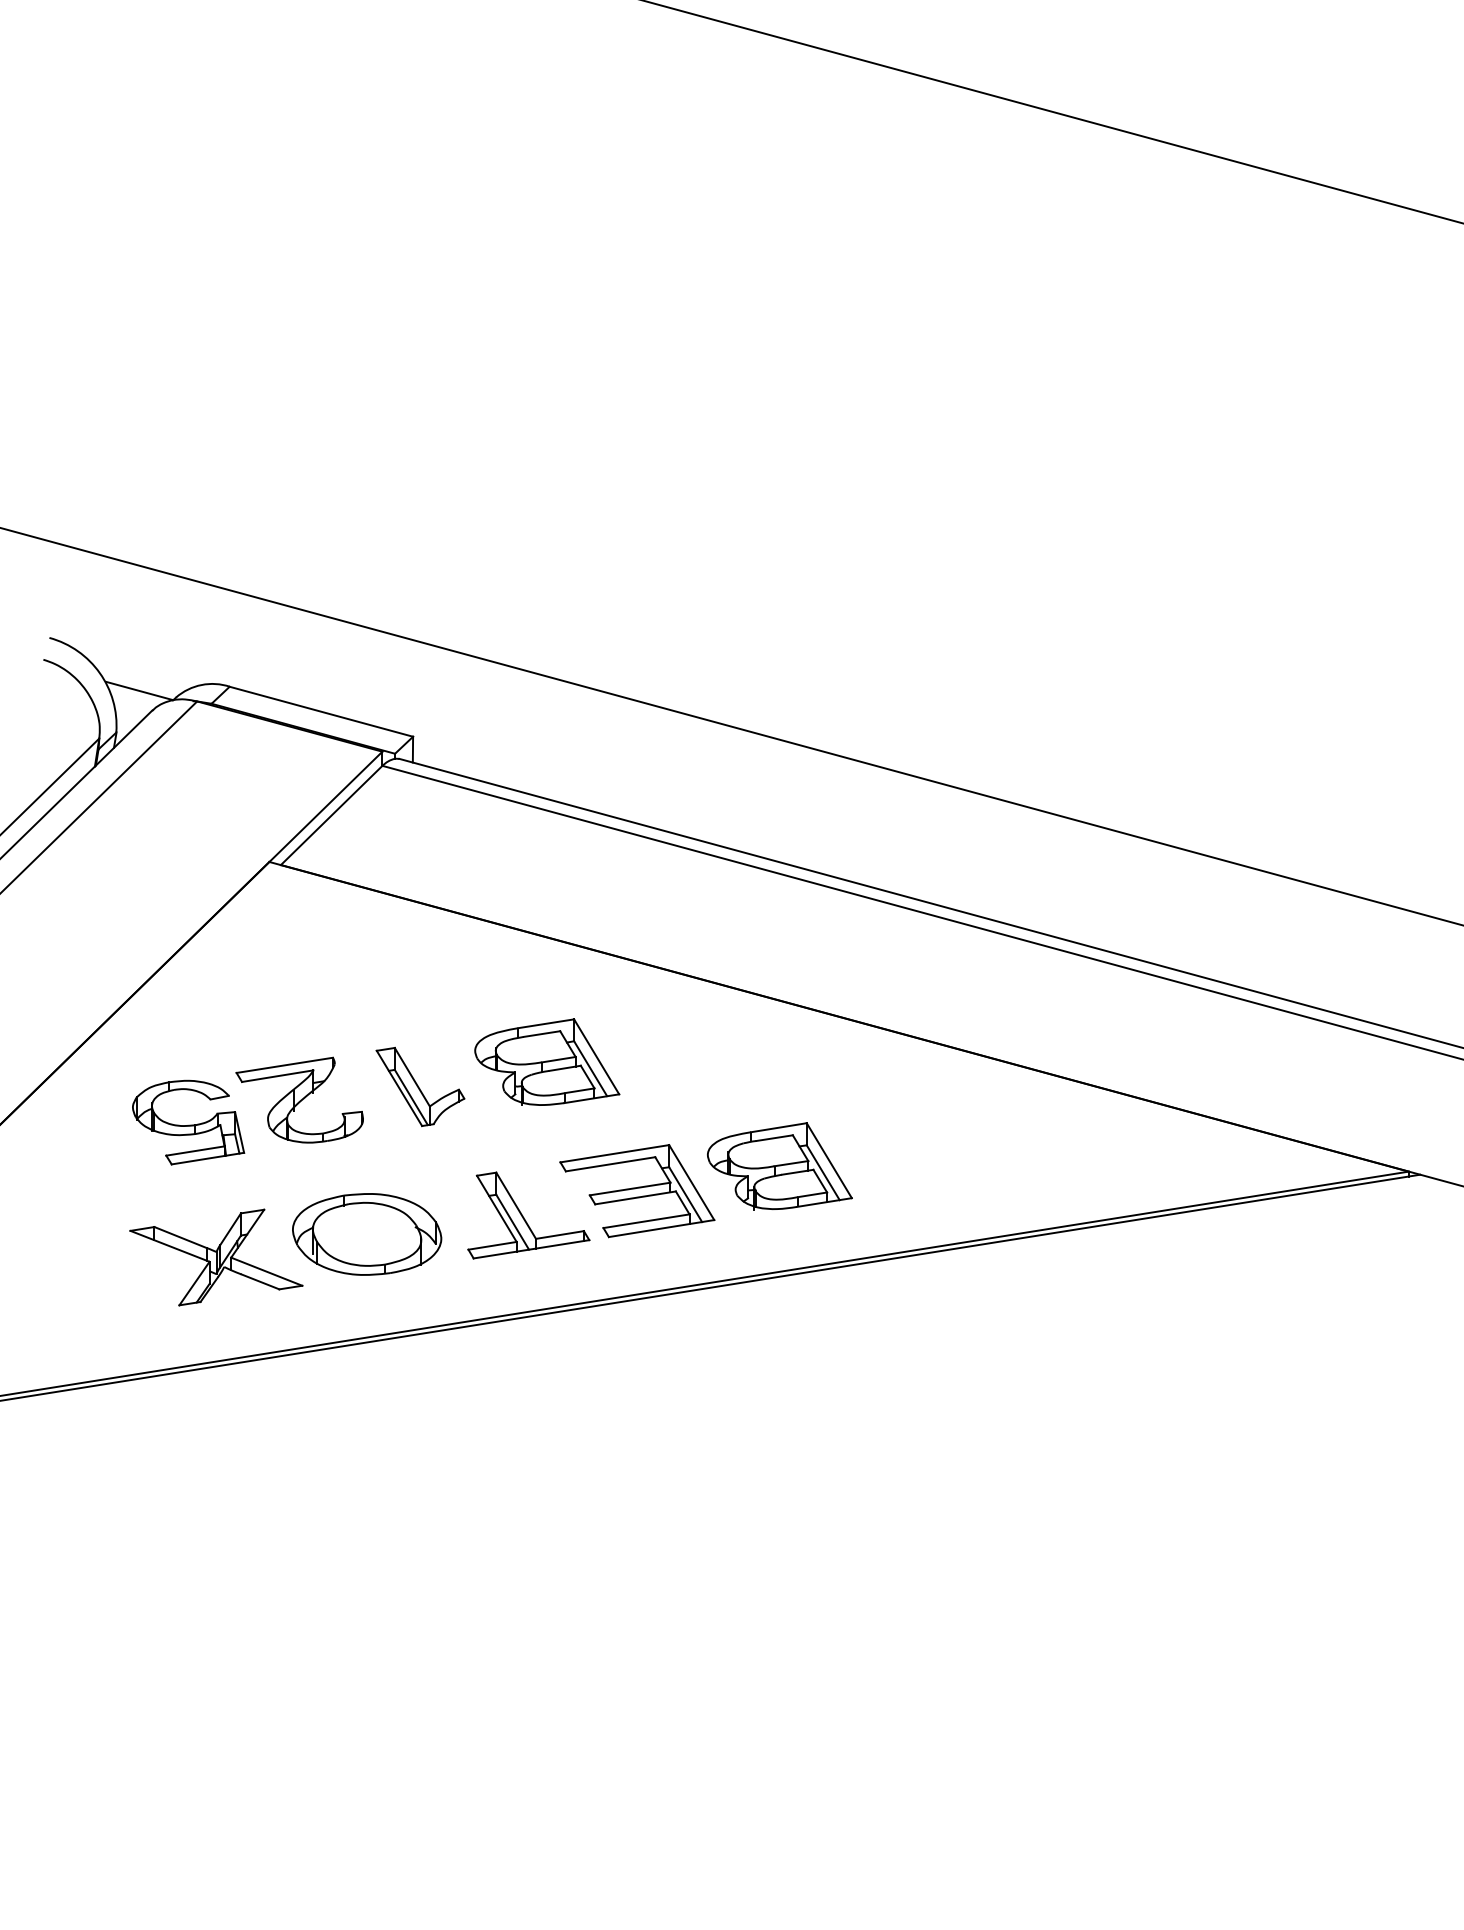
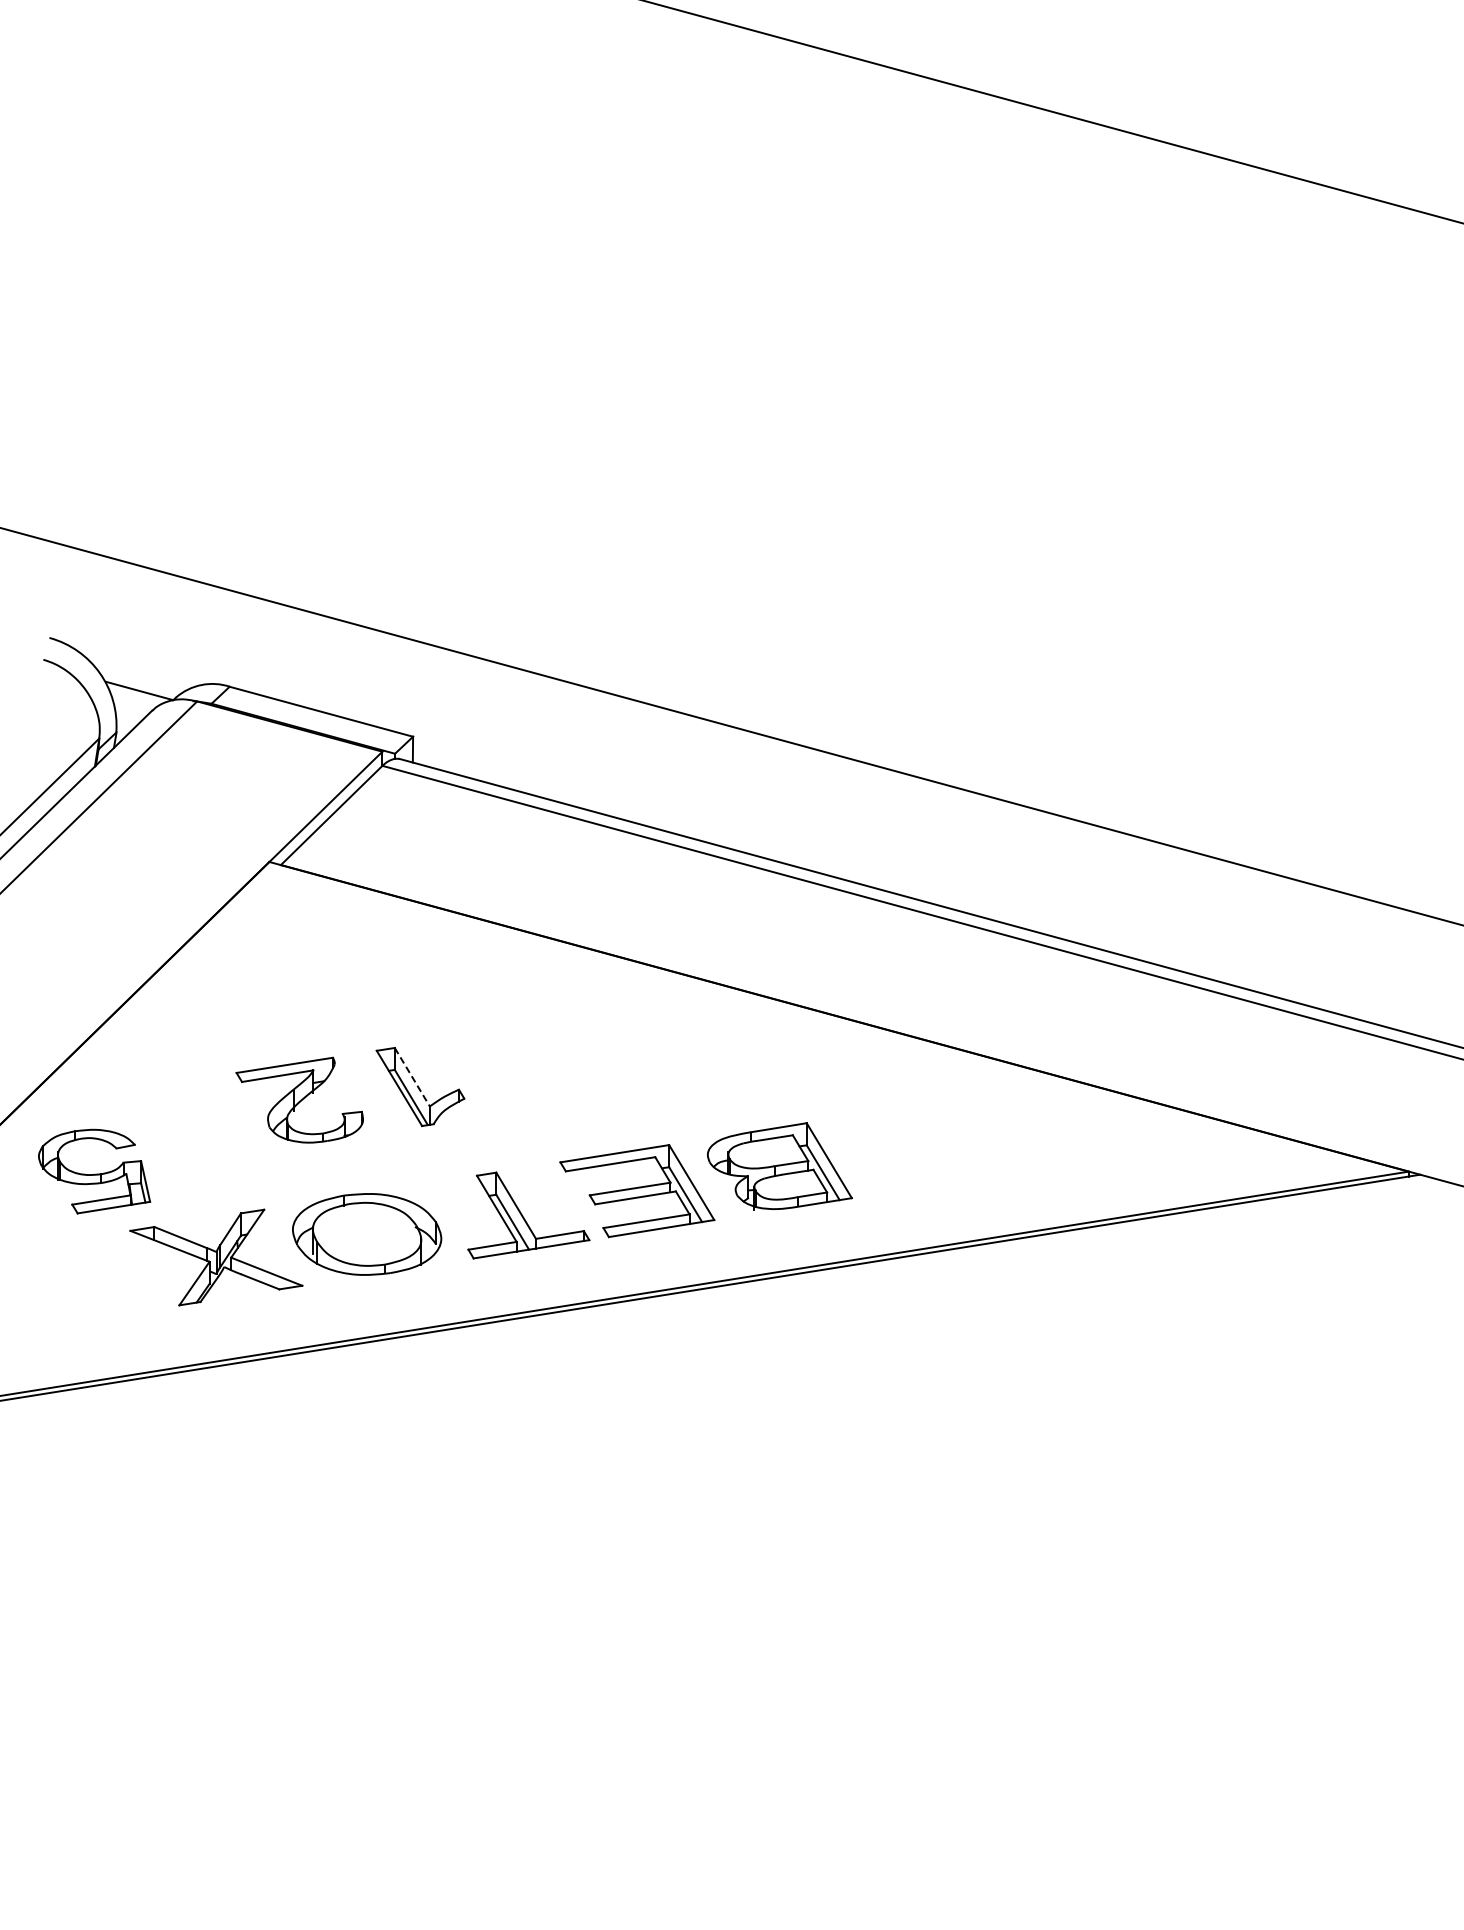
part at (547, 1061): present -> none
line at (412, 1077): solid -> dashed
part at (188, 1122) position: (188, 1122) -> (94, 1171)
